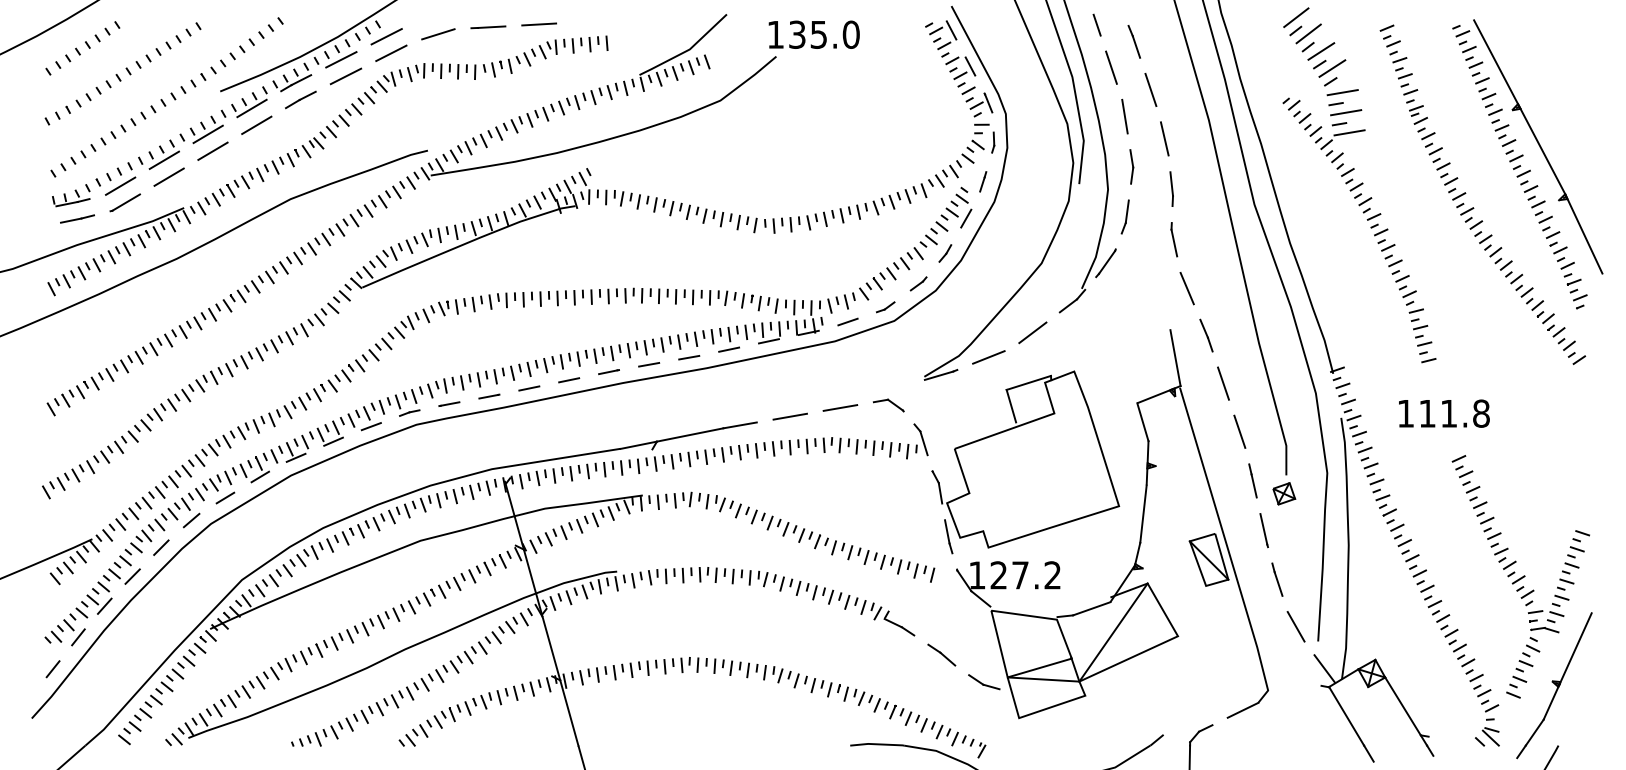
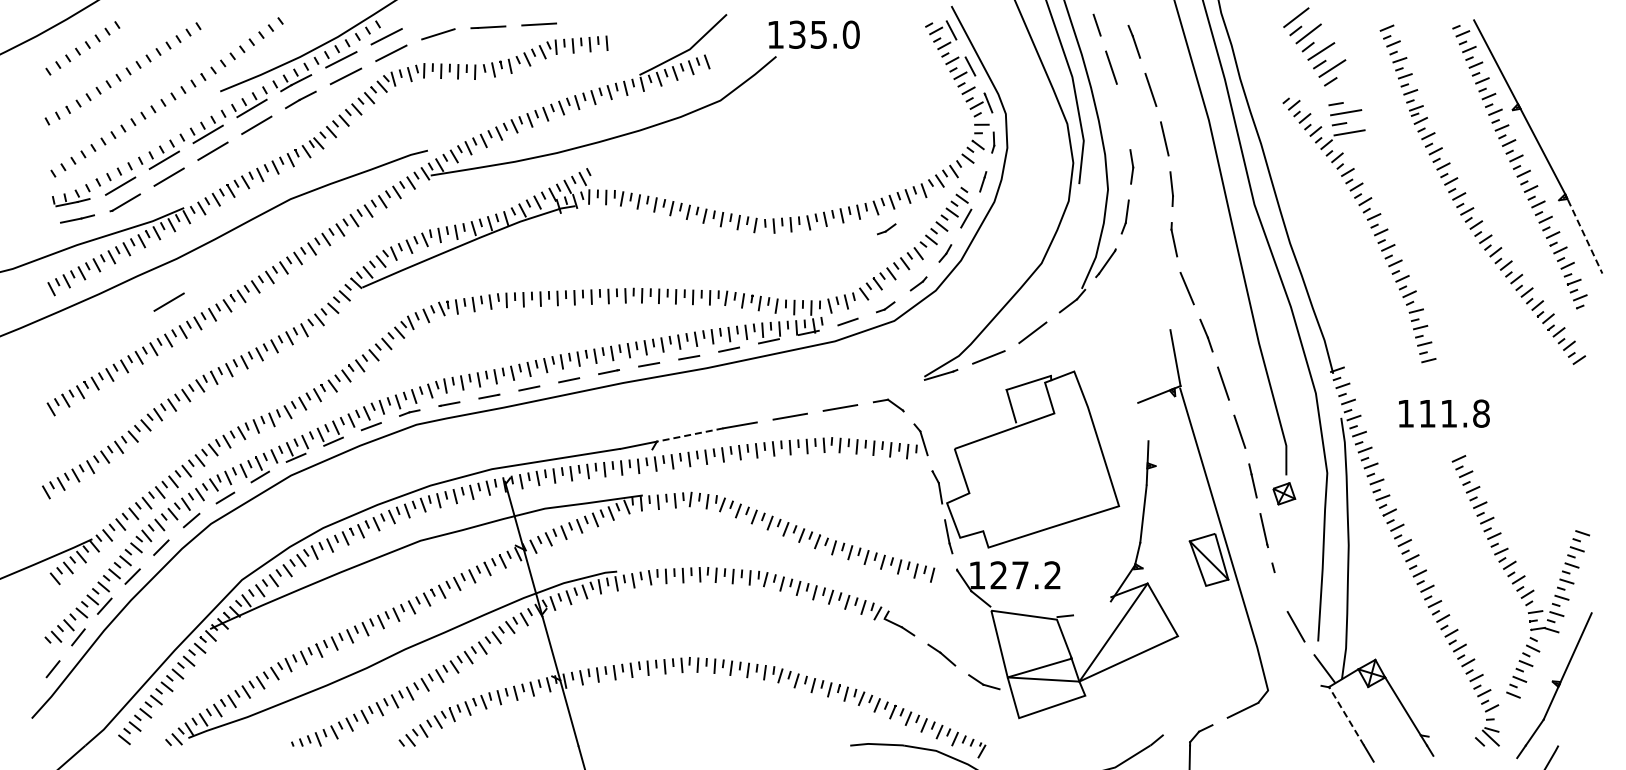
line at (1342, 92): present -> none
line at (1124, 116): present -> none
part at (886, 229): none -> present
line at (1585, 236): solid -> dashed
line at (168, 301): none -> present
line at (1142, 422): present -> none
line at (690, 434): solid -> dashed
line at (1278, 583): present -> none
line at (1091, 608): present -> none
line at (1346, 716): solid -> dashed
